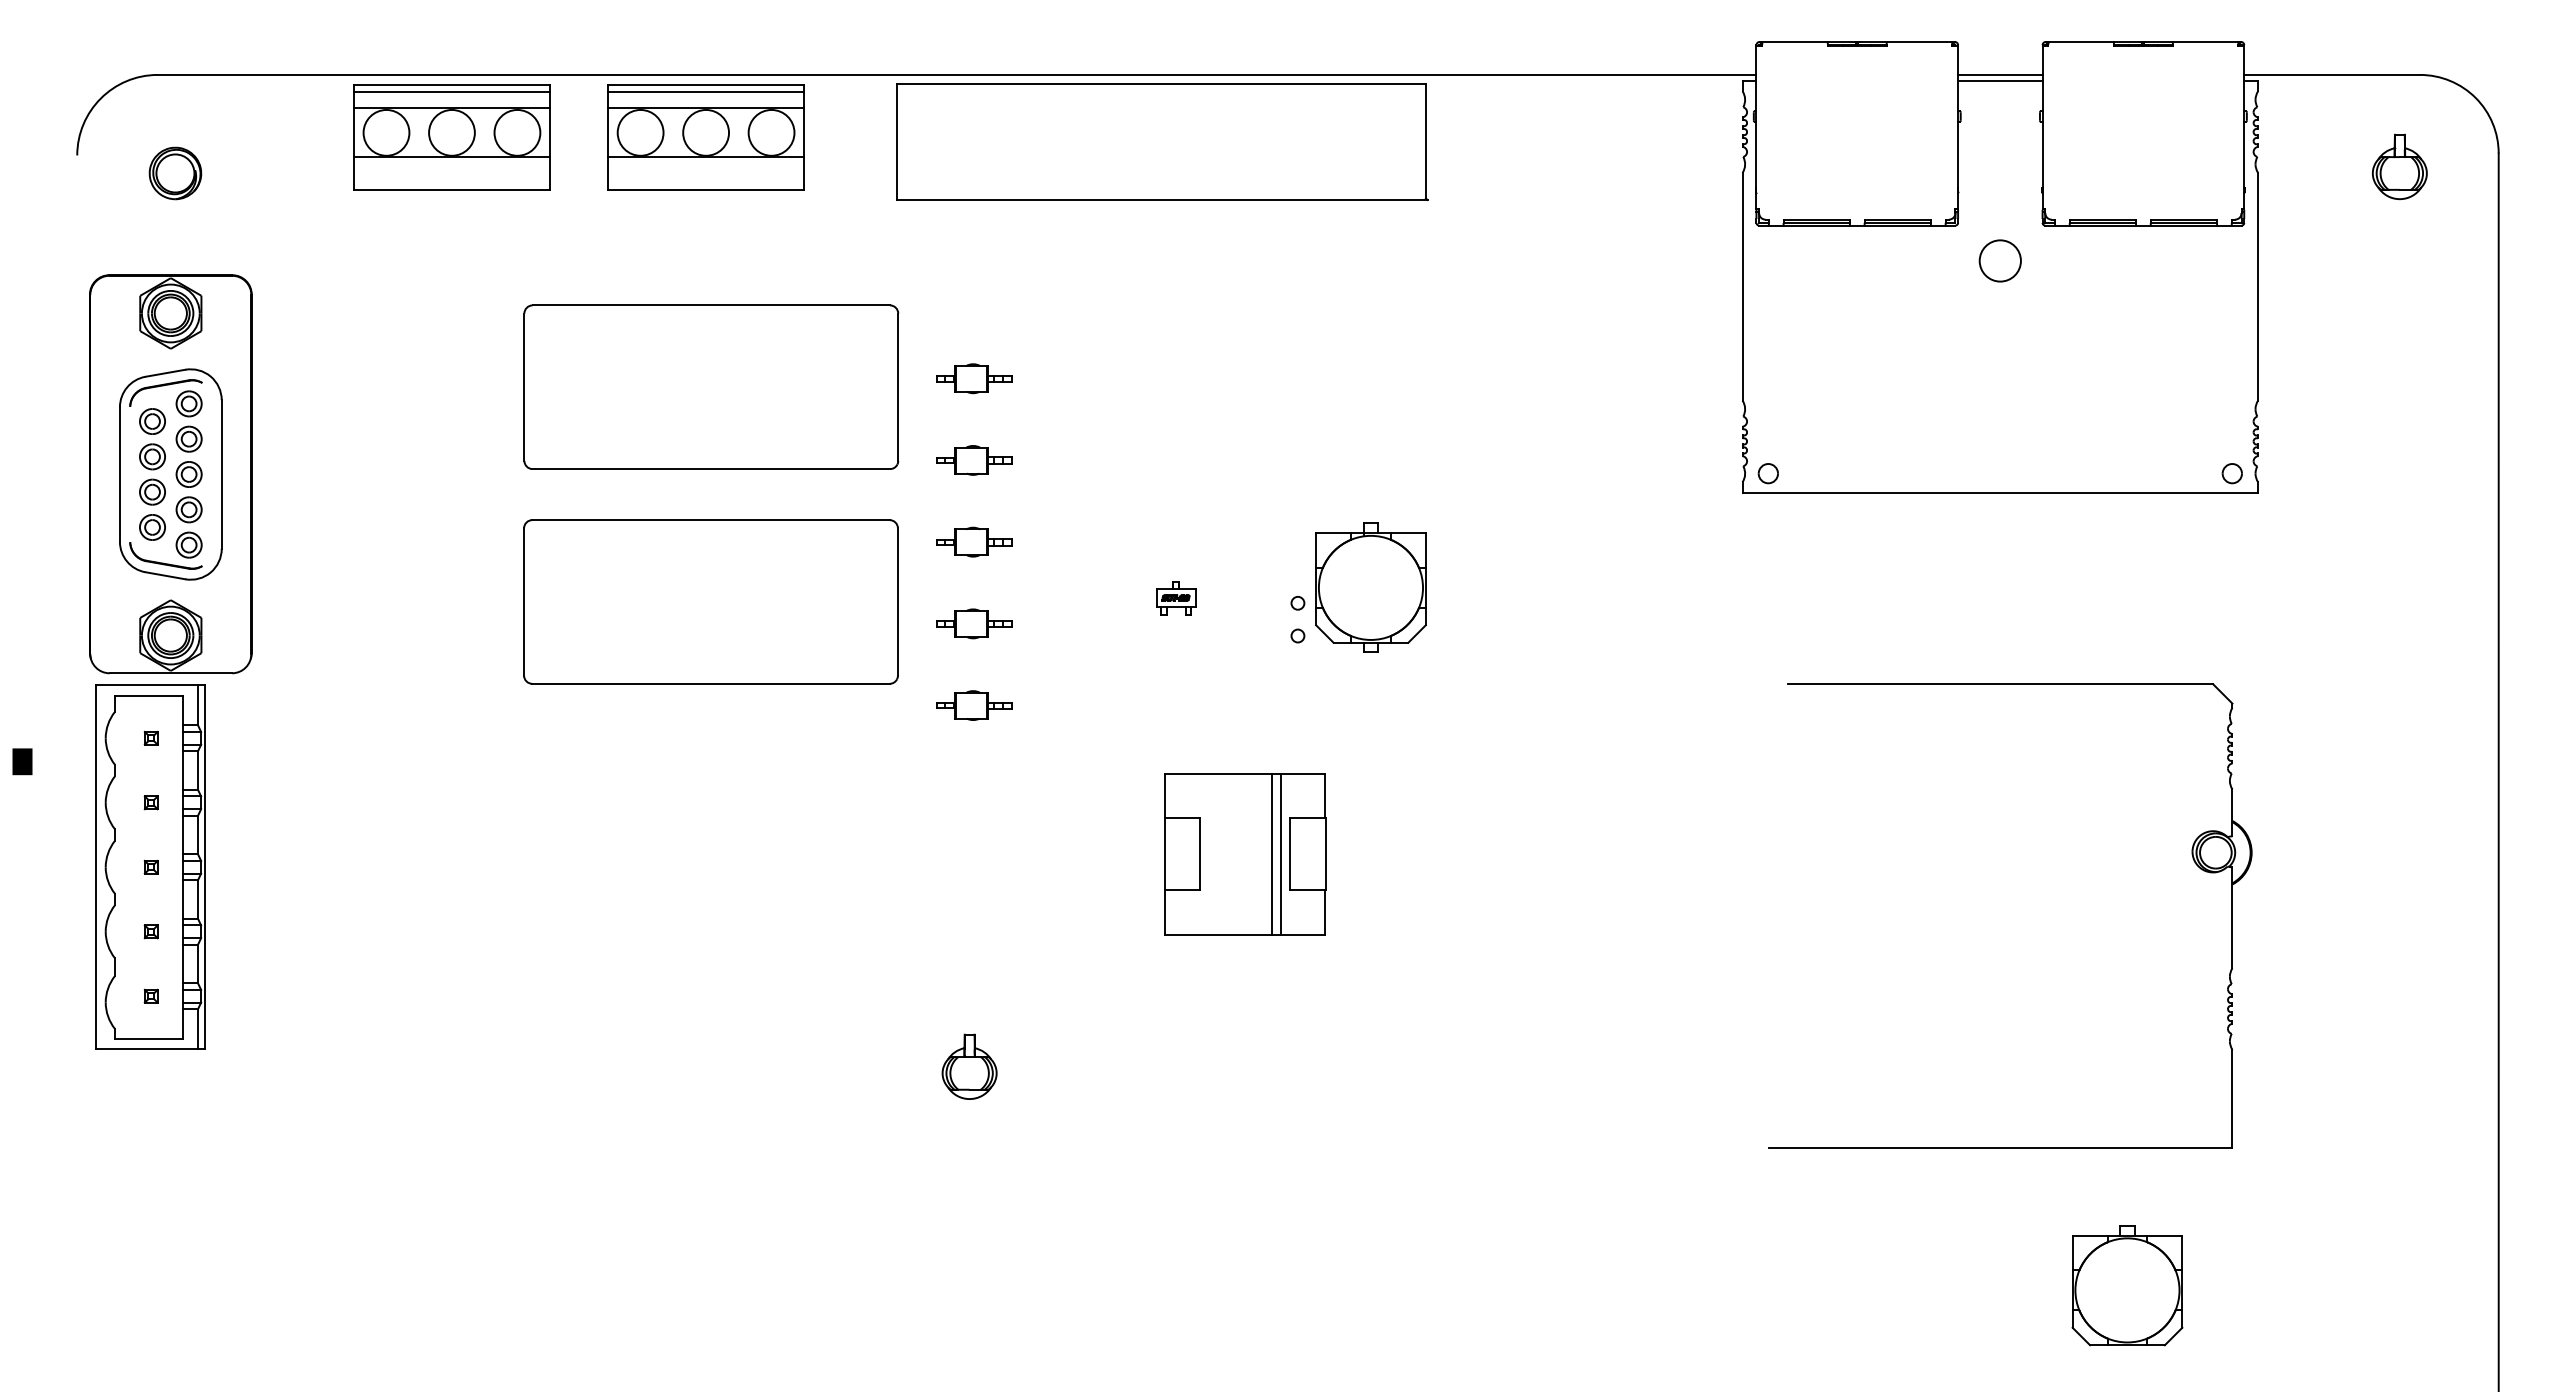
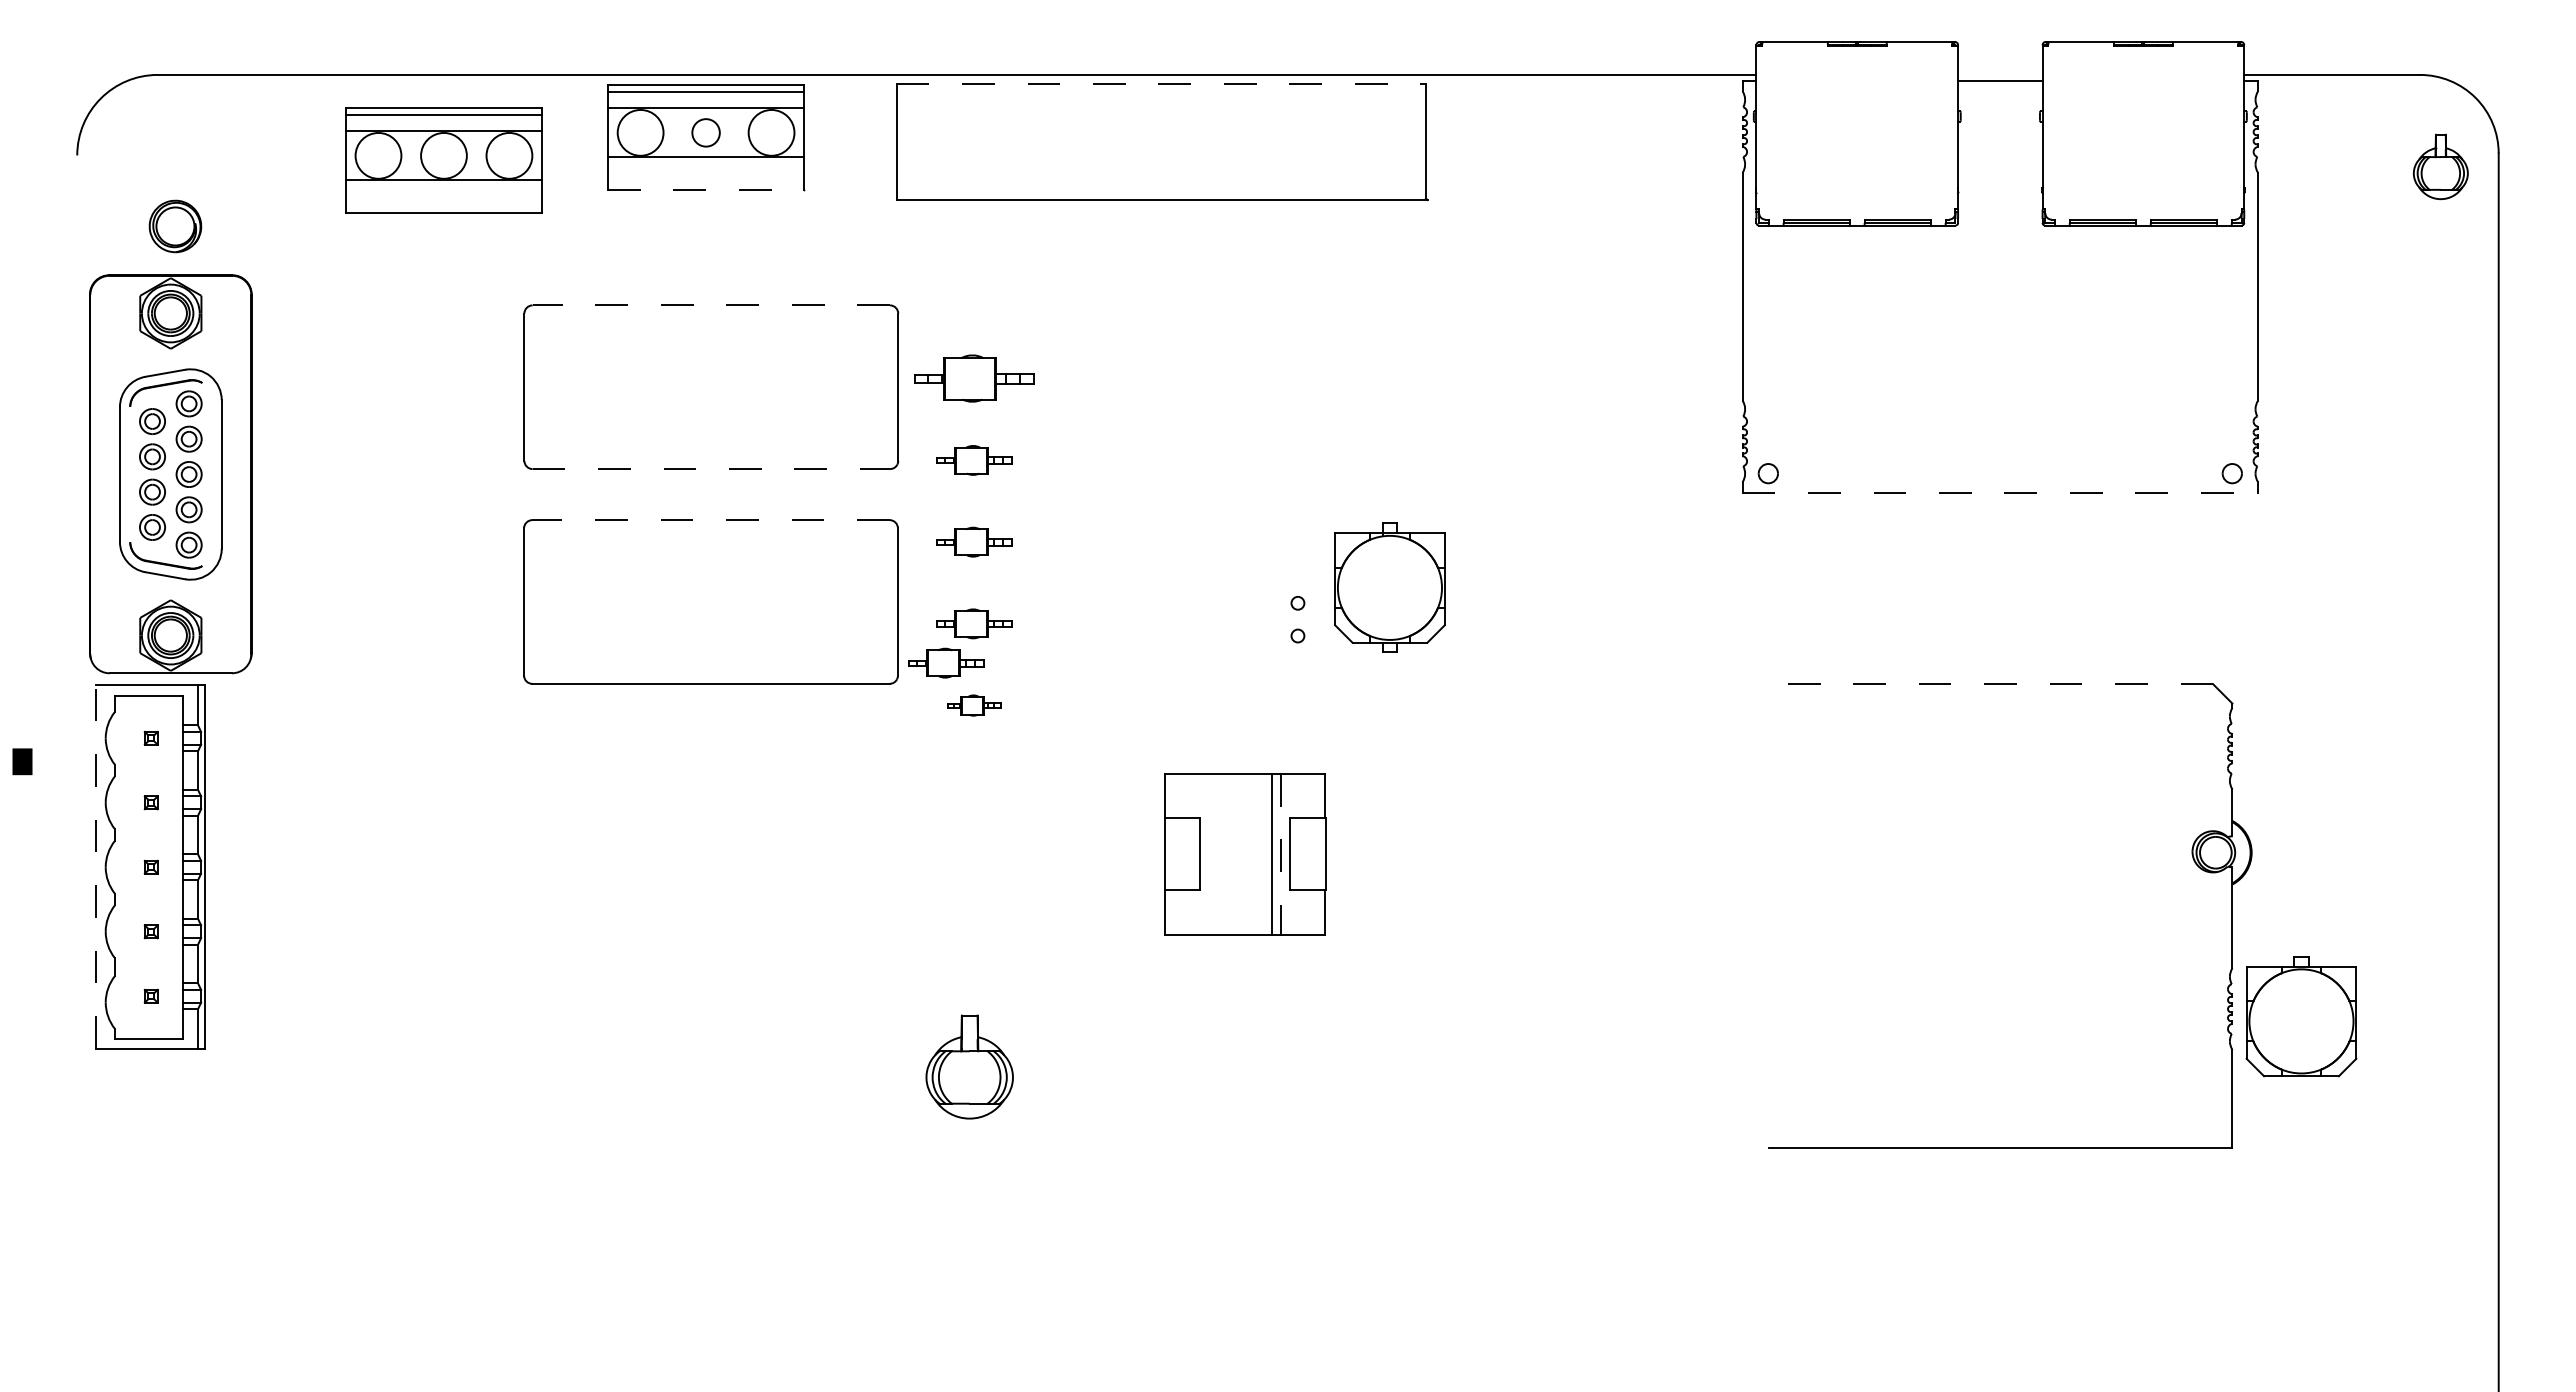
line at (2000, 74): present -> none
line at (1161, 84): solid -> dashed
circle at (706, 132) diameter: 46 px -> 27 px
part at (451, 137) position: (451, 137) -> (443, 160)
part at (2399, 166) position: (2399, 166) -> (2440, 166)
part at (175, 173) position: (175, 173) -> (175, 226)
line at (706, 190): solid -> dashed
part at (1999, 260): present -> none
line at (711, 305): solid -> dashed
part at (974, 378) size: 77x32 px -> 121x49 px
line at (711, 469): solid -> dashed
line at (2000, 492): solid -> dashed
line at (711, 520): solid -> dashed
part at (1370, 587) position: (1370, 587) -> (1389, 587)
part at (1176, 598): present -> none
part at (946, 662): none -> present
line at (2000, 684): solid -> dashed
part at (974, 705) size: 77x31 px -> 55x23 px
line at (1281, 854): solid -> dashed
line at (95, 867): solid -> dashed
part at (969, 1066) size: 57x67 px -> 89x106 px
part at (2127, 1285) position: (2127, 1285) -> (2301, 1016)
